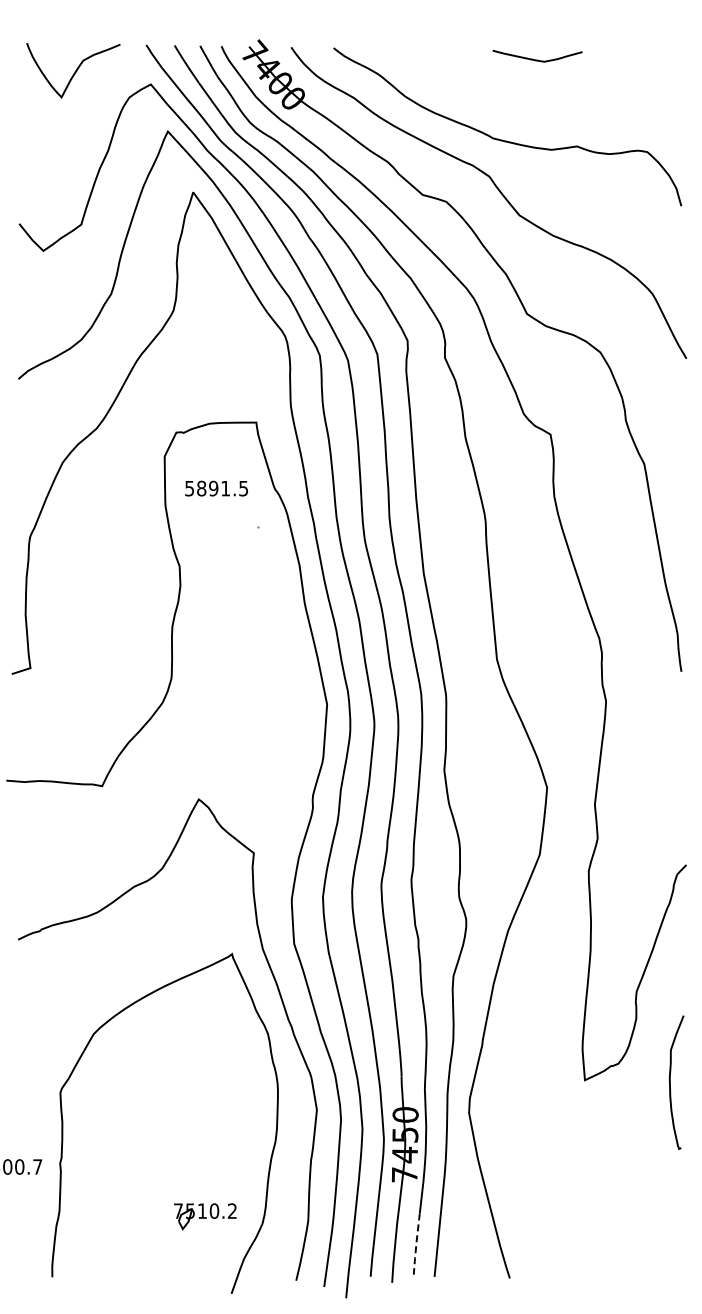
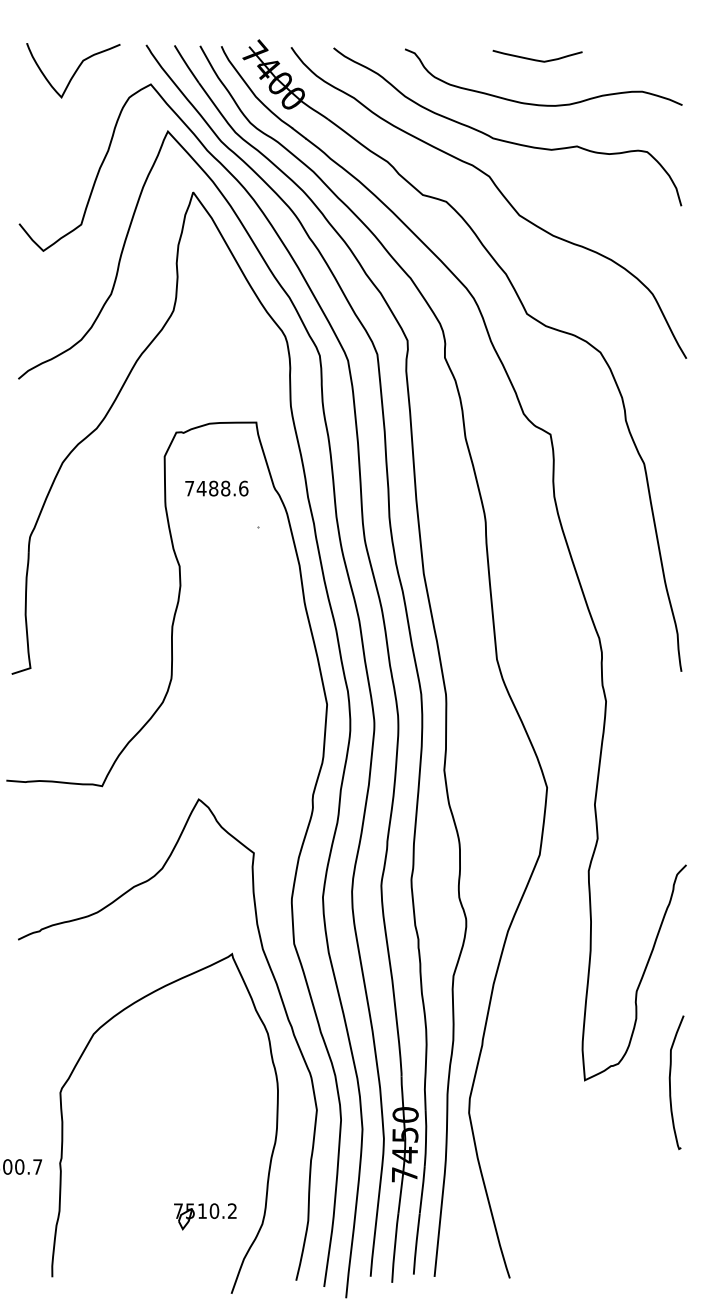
curve at (543, 104): none -> present
text at (216, 488): 5891.5 -> 7488.6
line at (416, 1244): dashed -> solid
